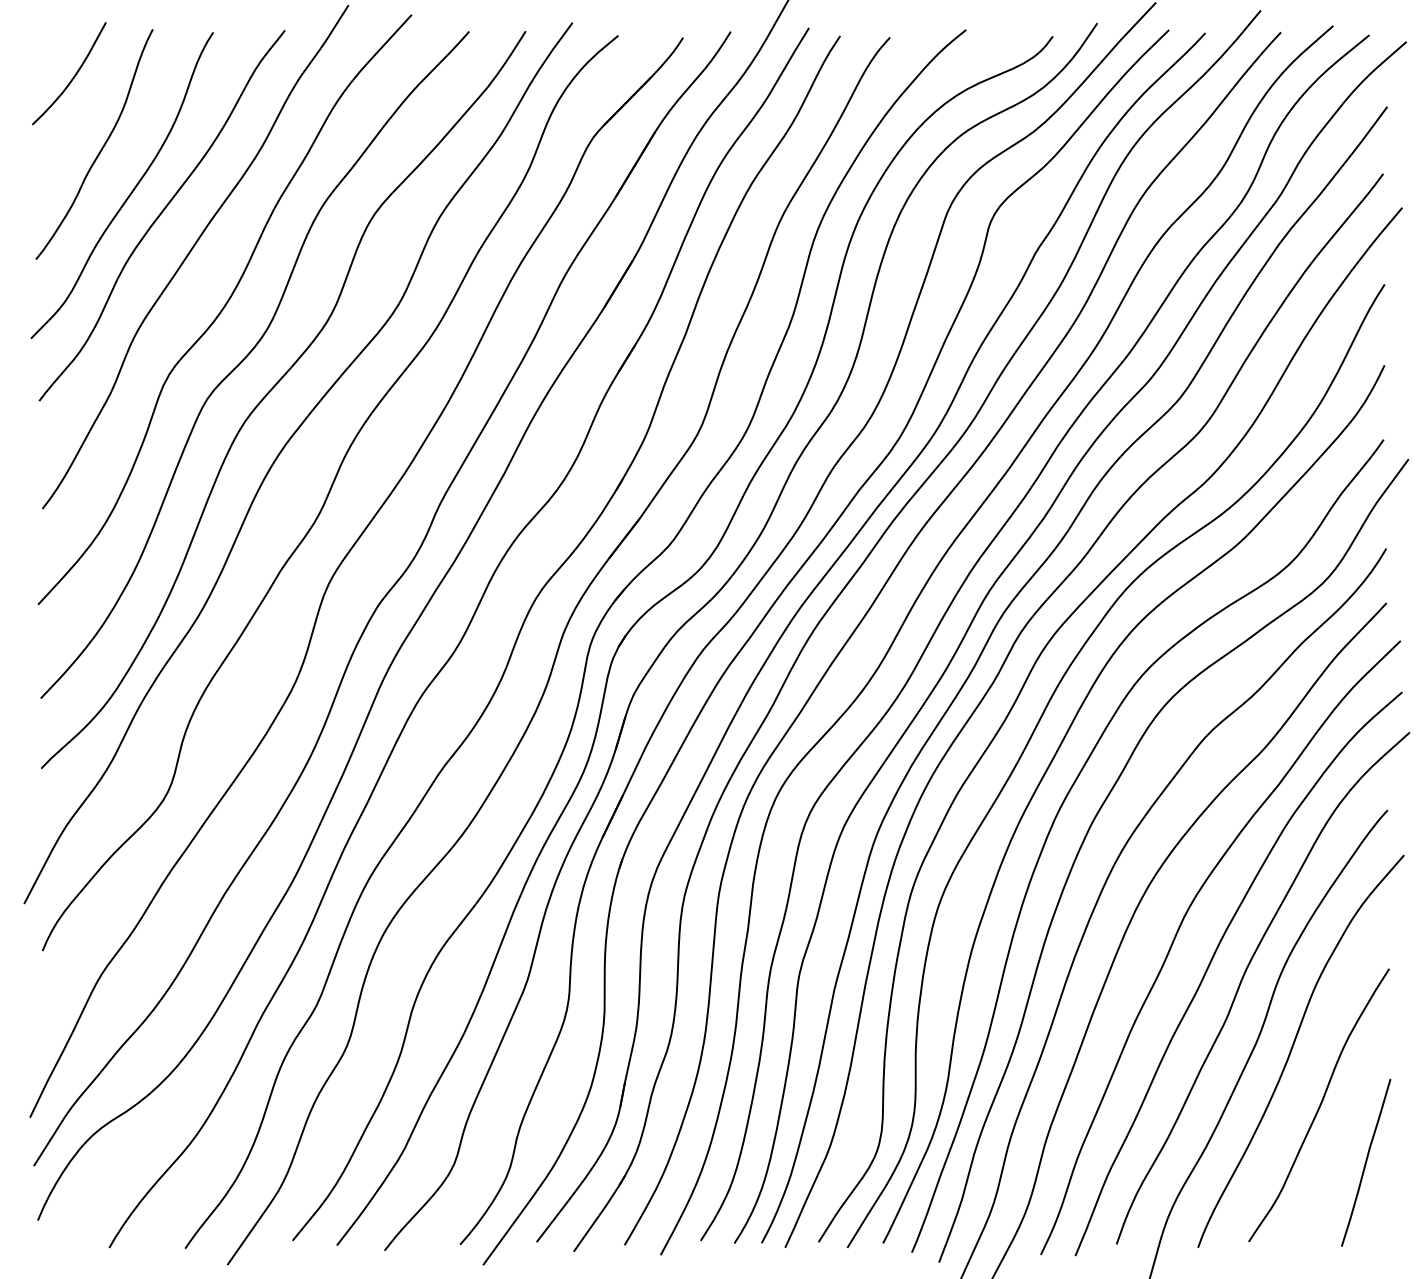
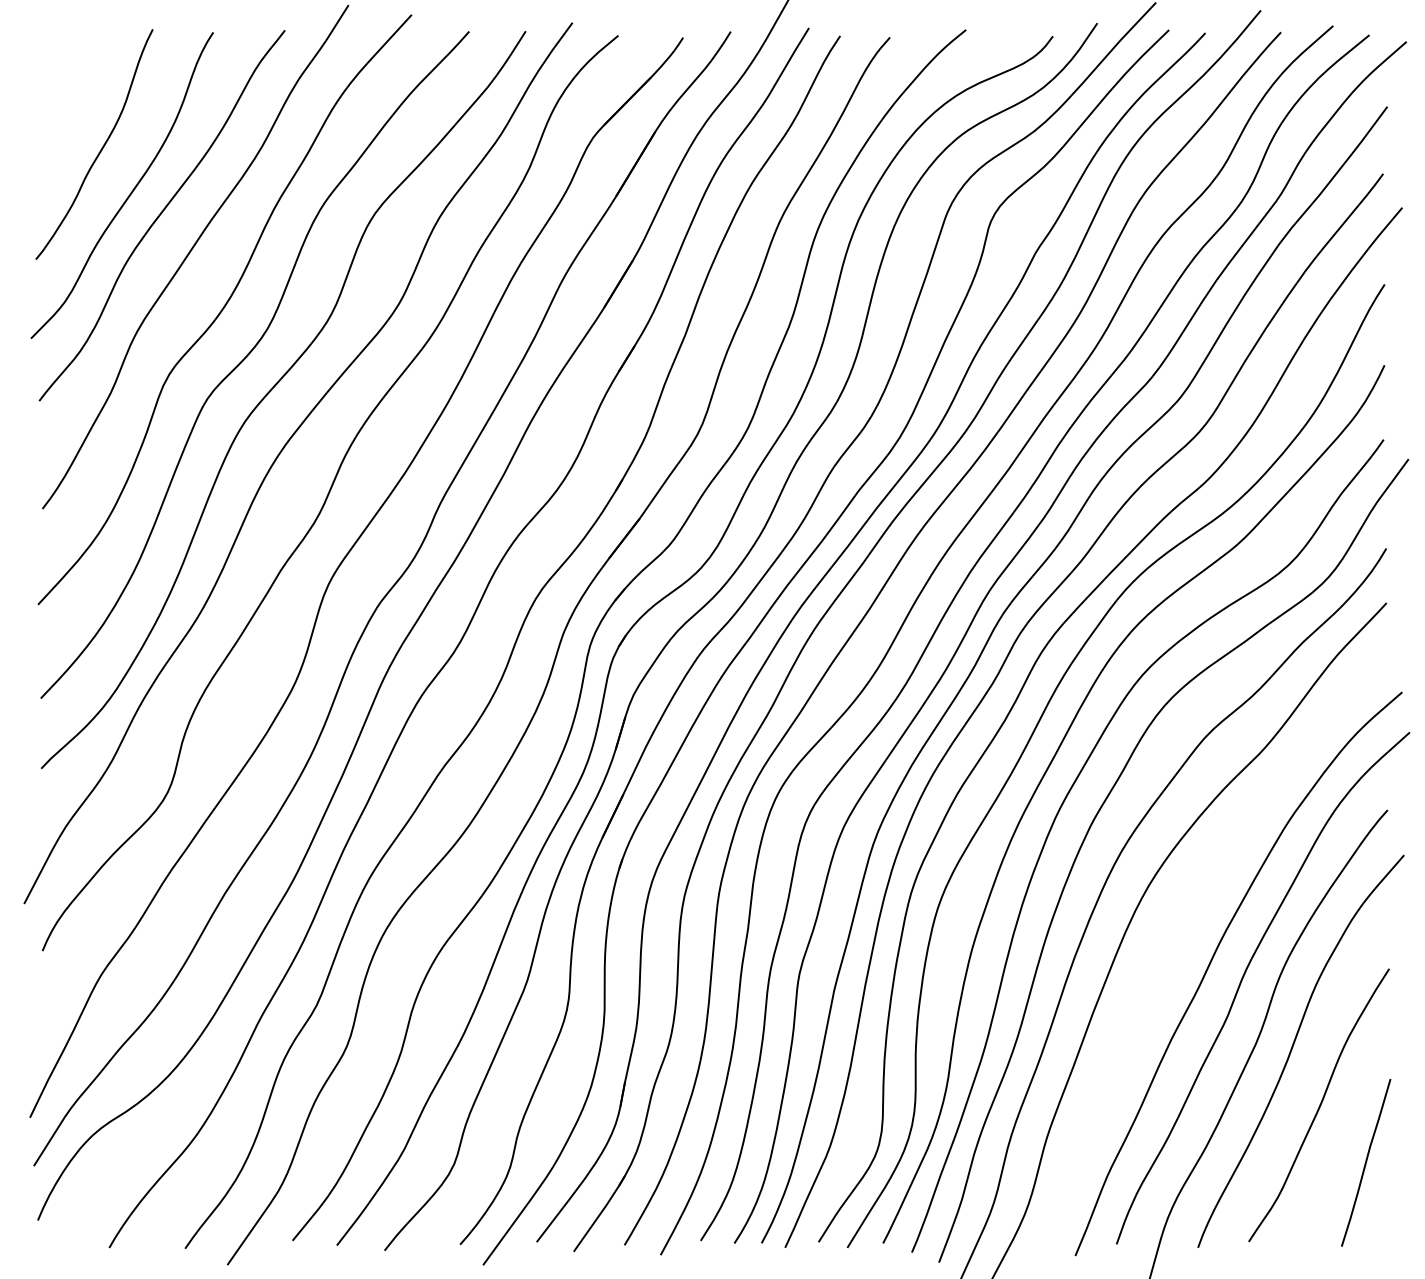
curve at (73, 76): present -> none
curve at (1178, 932): present -> none
